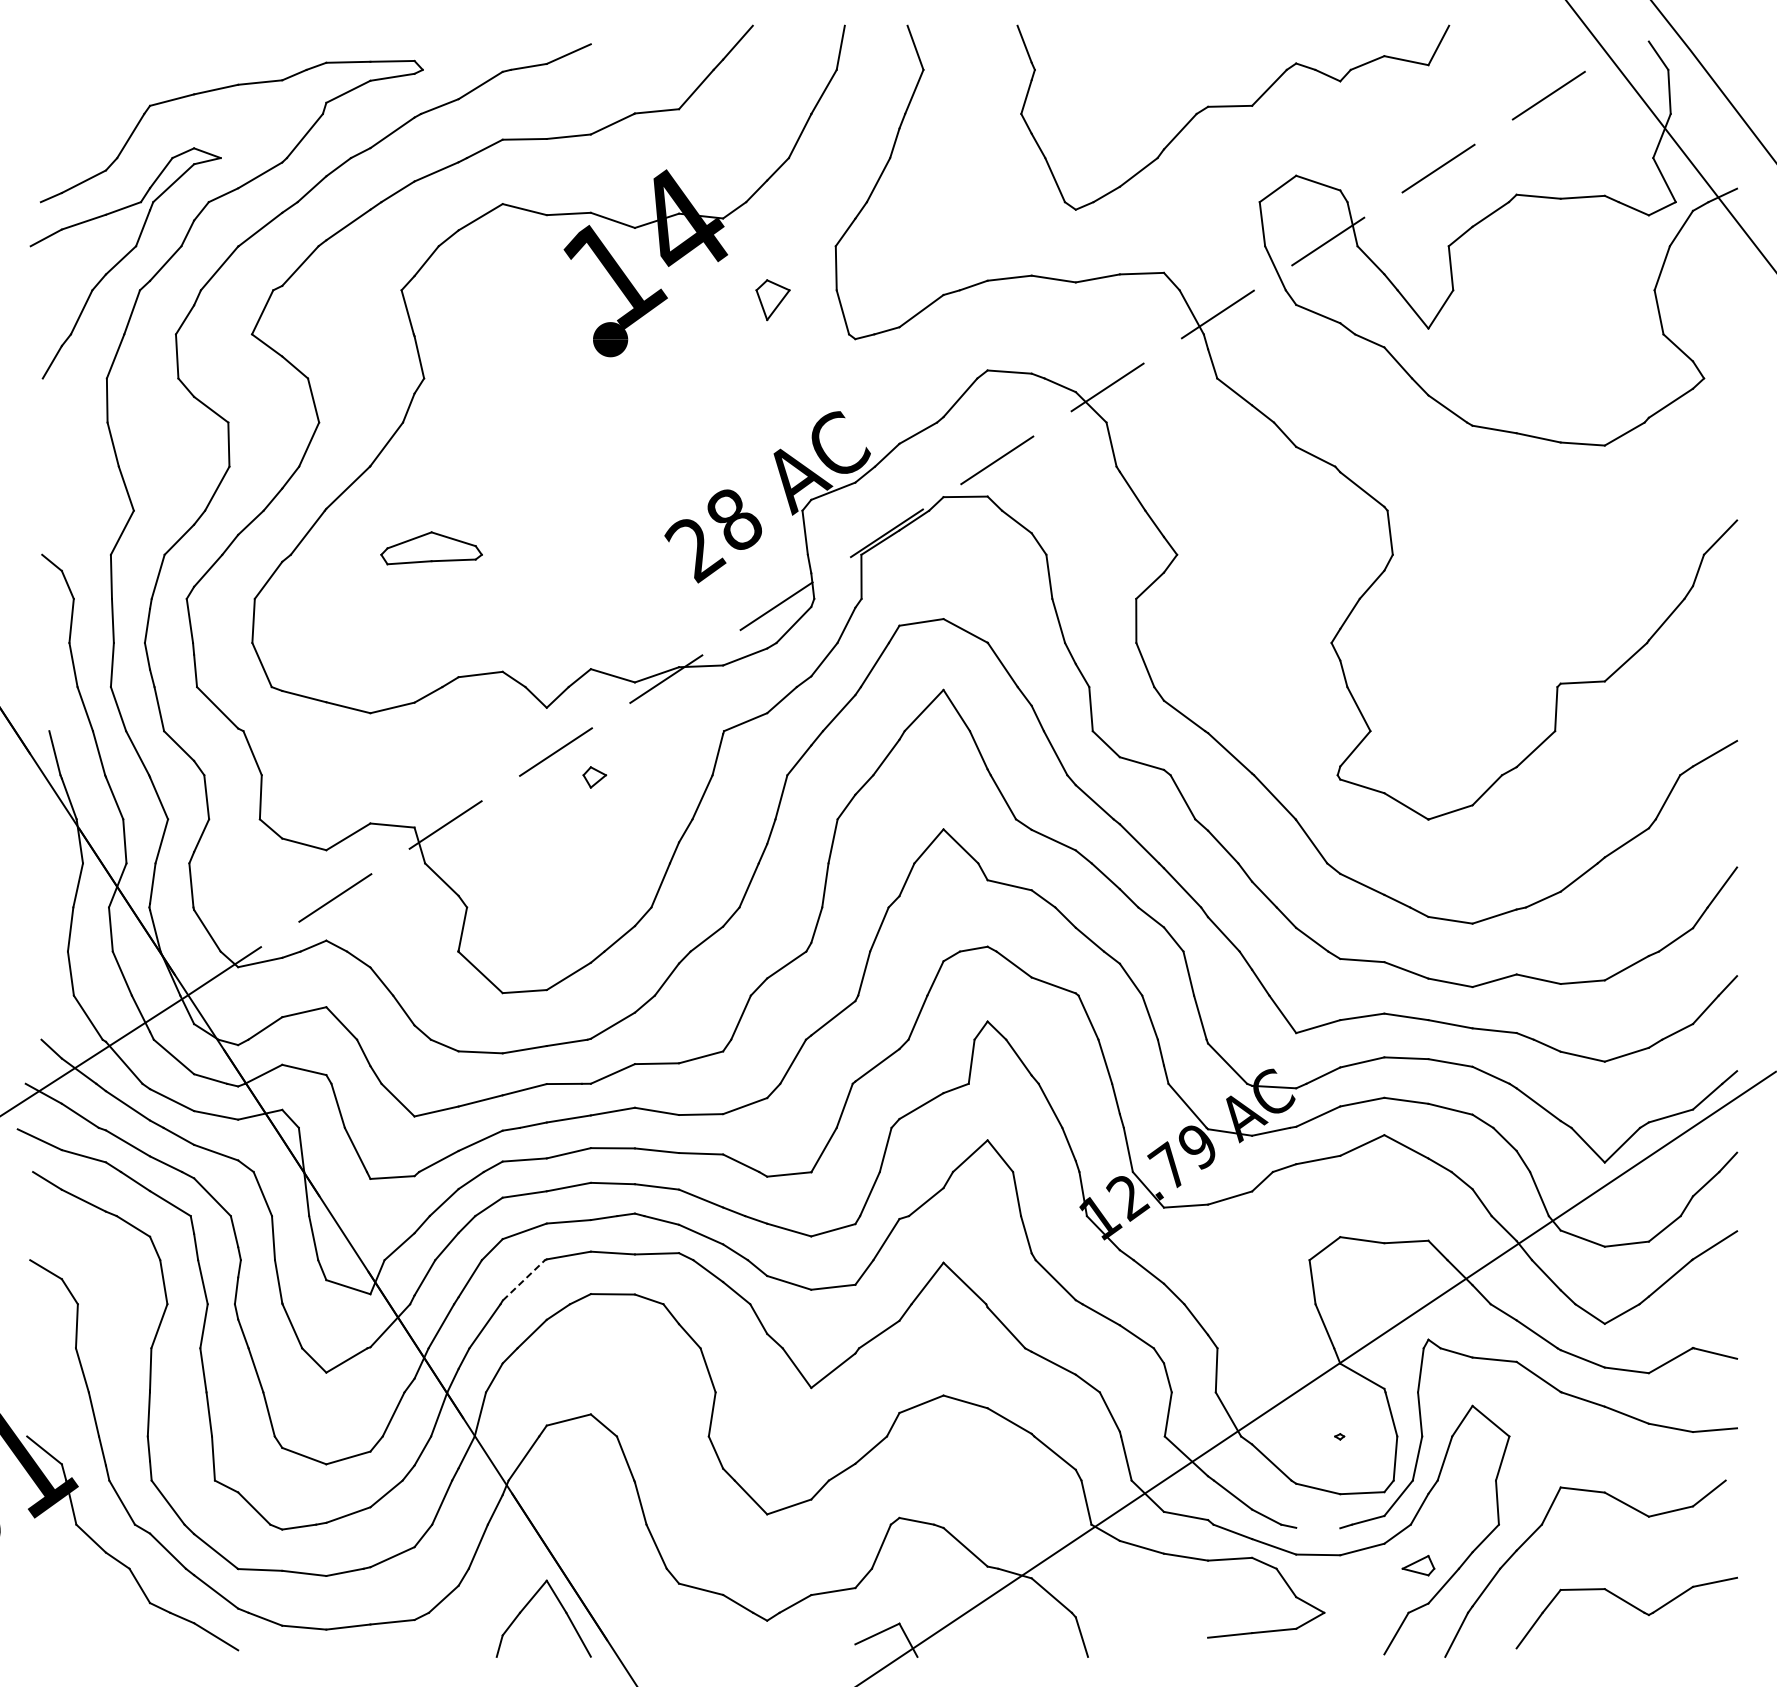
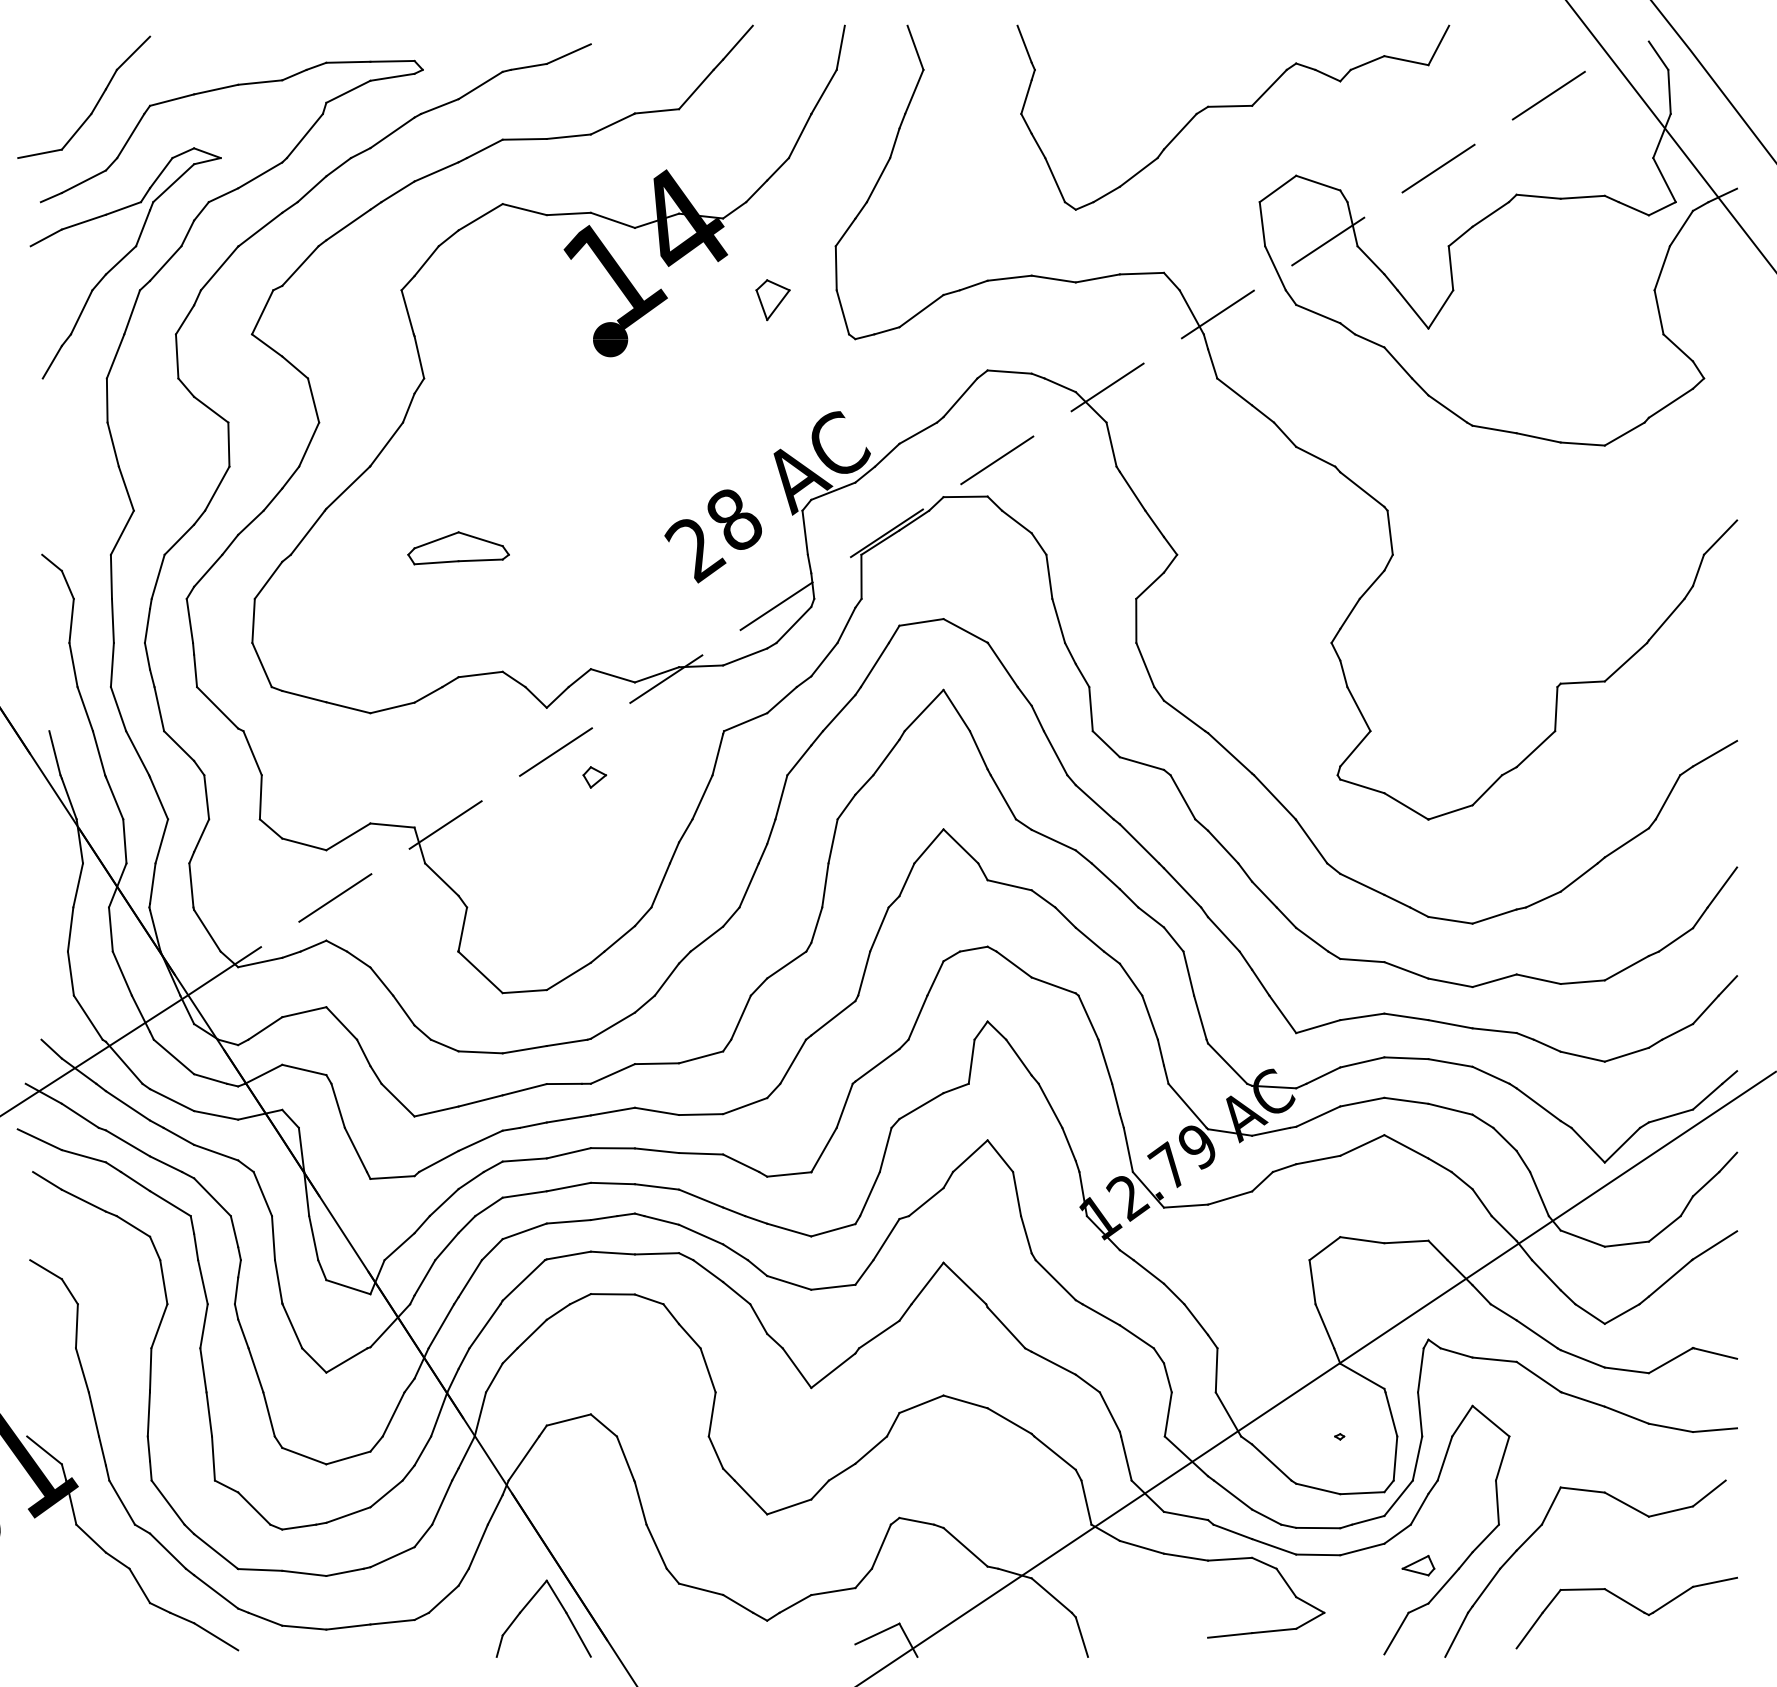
part at (95, 104): none -> present
part at (431, 548) position: (431, 548) -> (458, 548)
line at (524, 1280): dashed -> solid
line at (1318, 1527): none -> present
